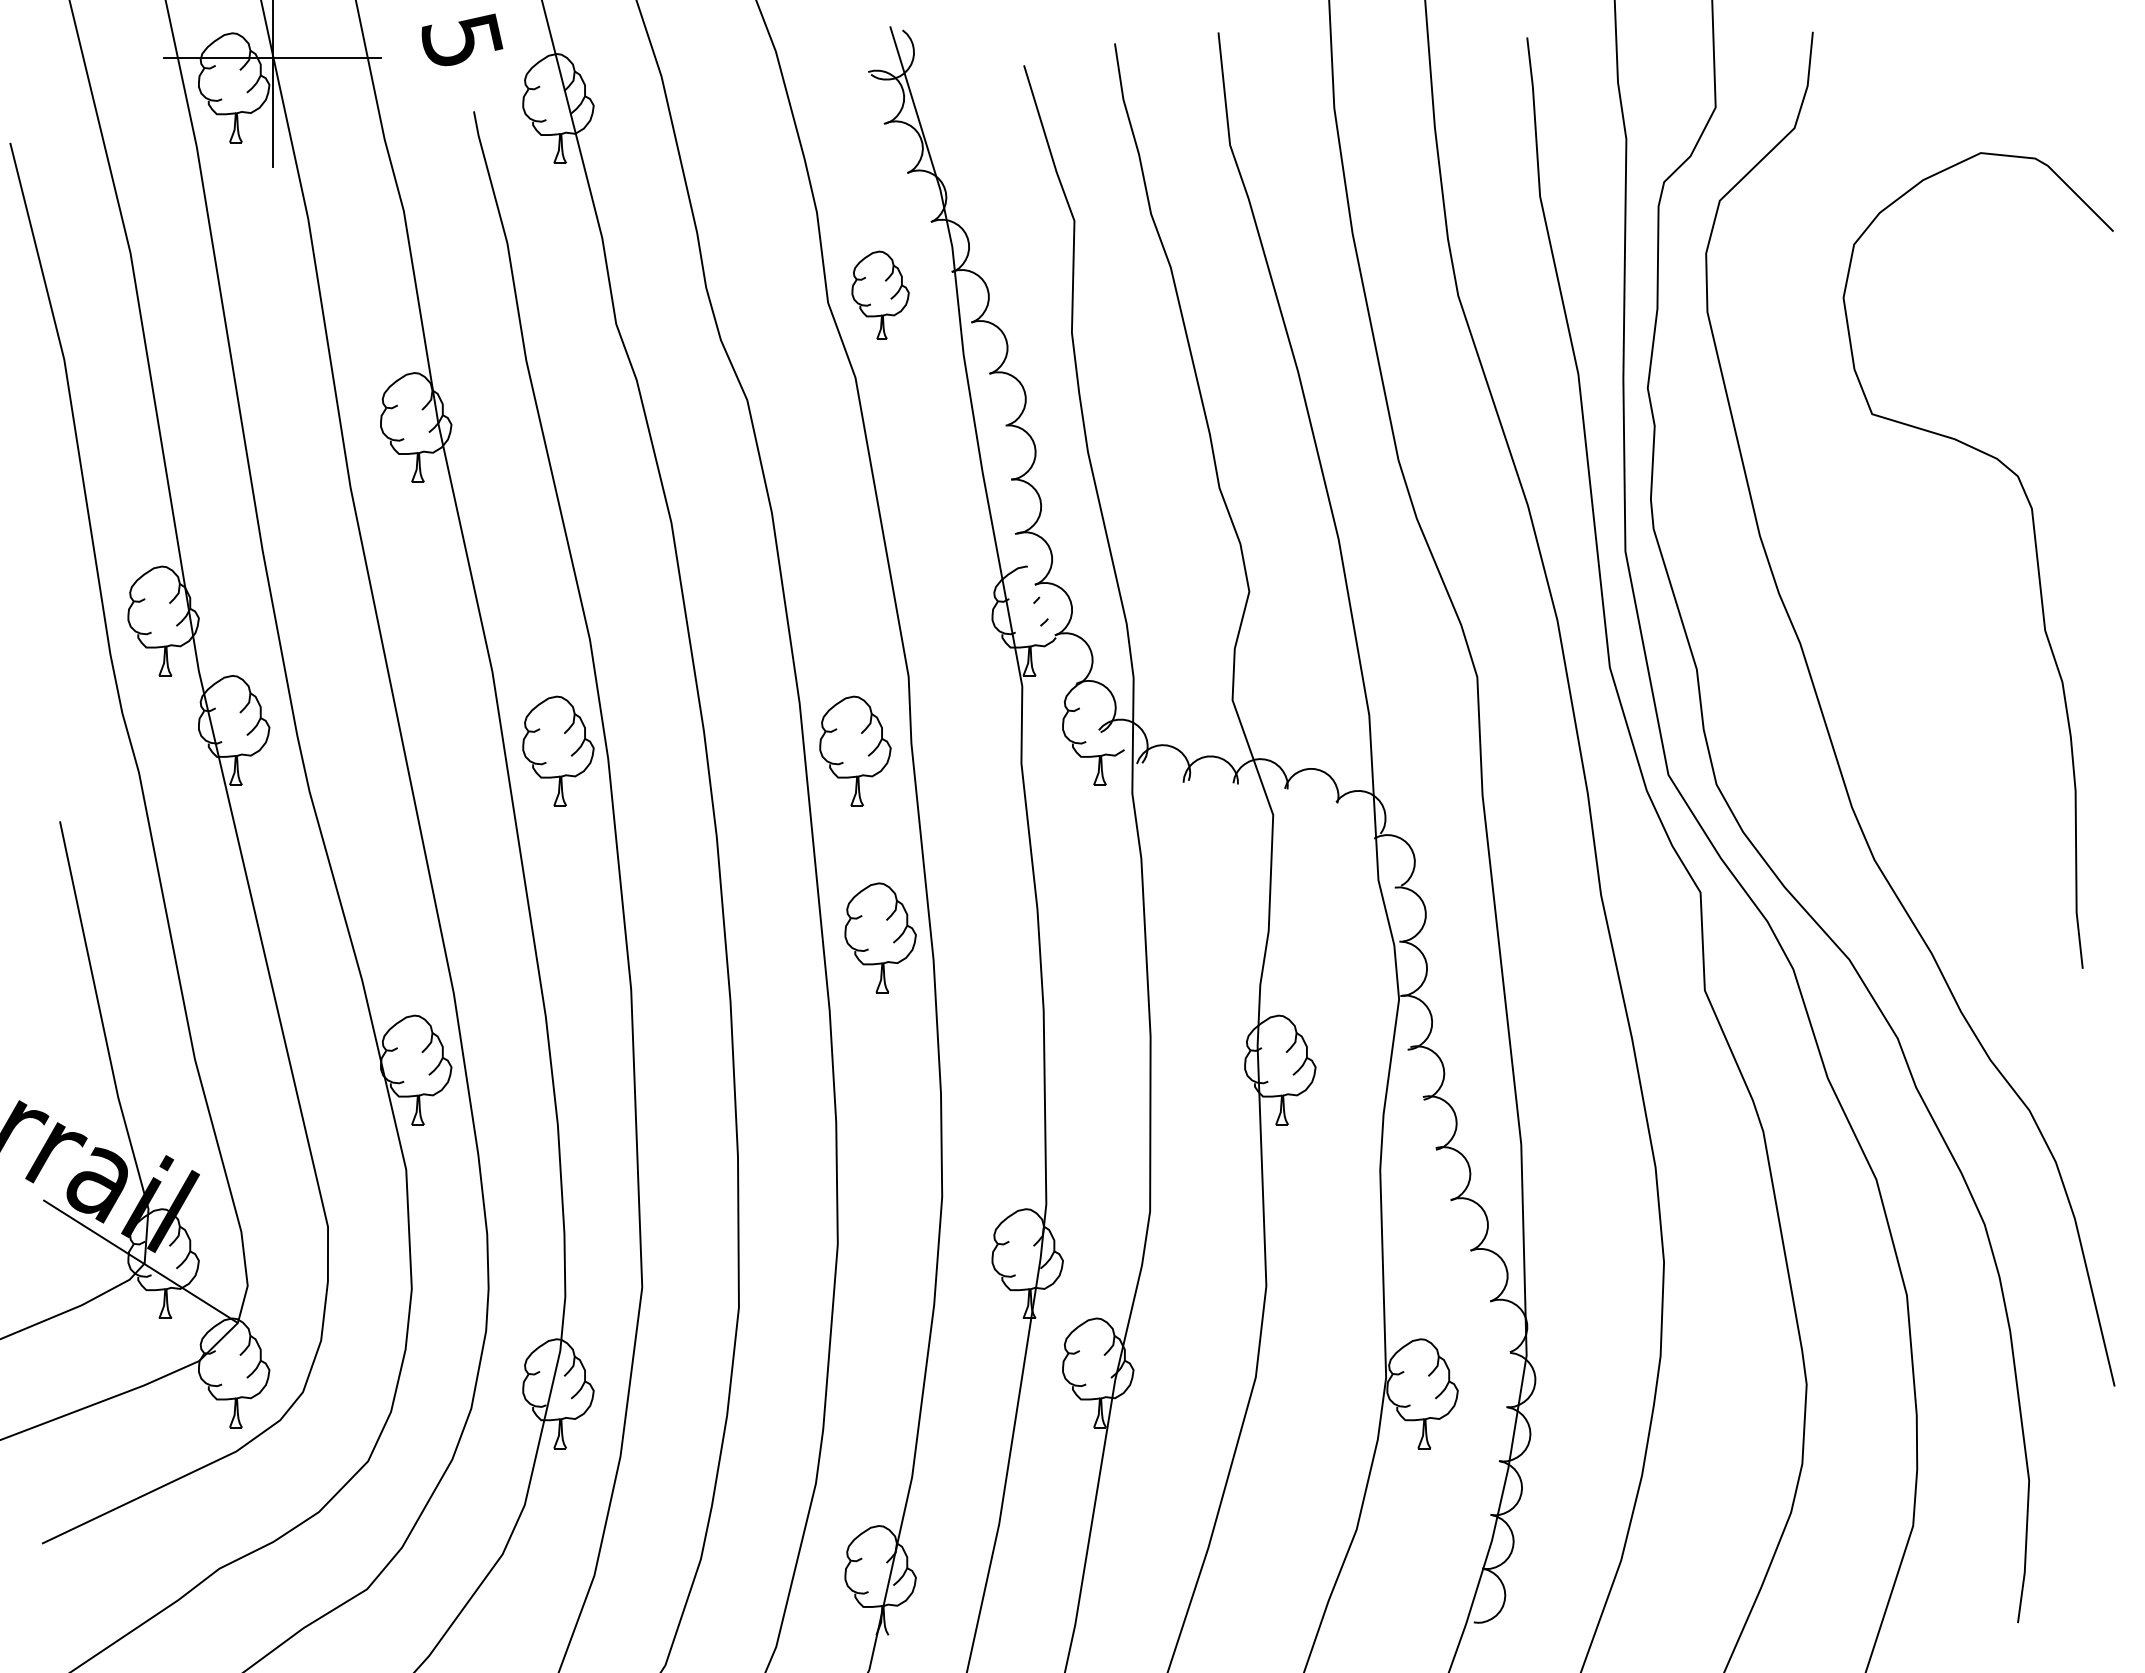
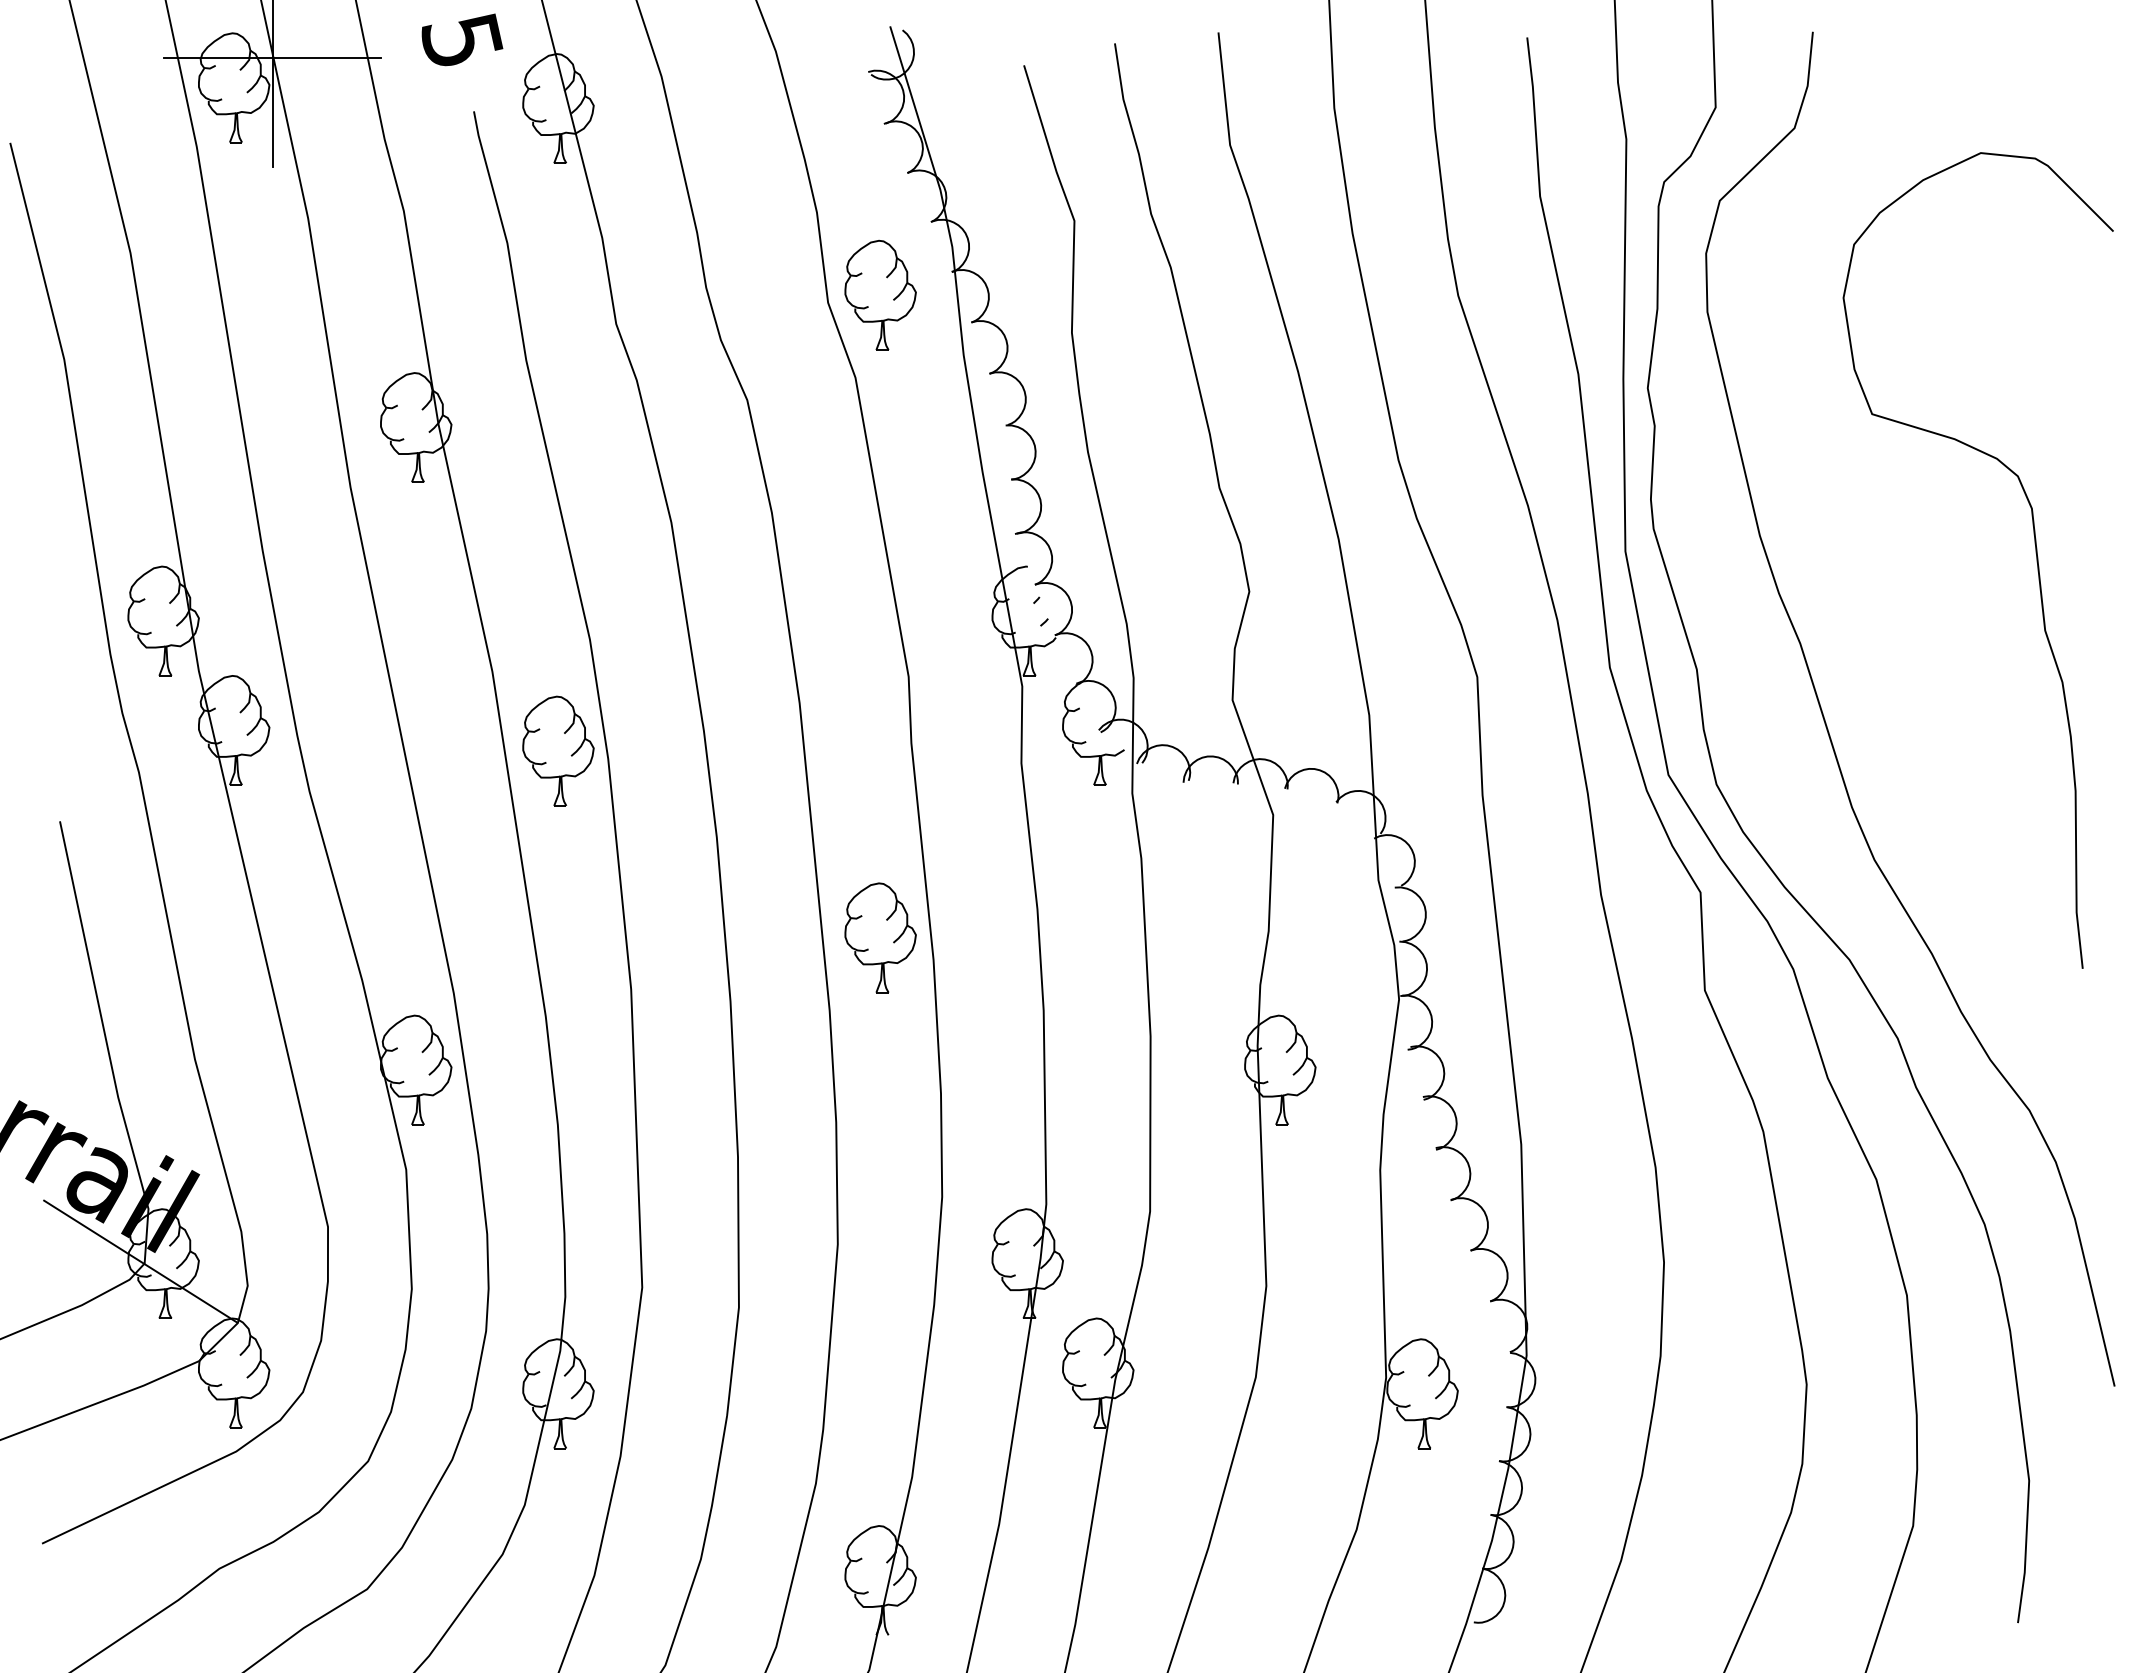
part at (880, 294) size: 59x90 px -> 73x112 px
part at (855, 750): present -> none
